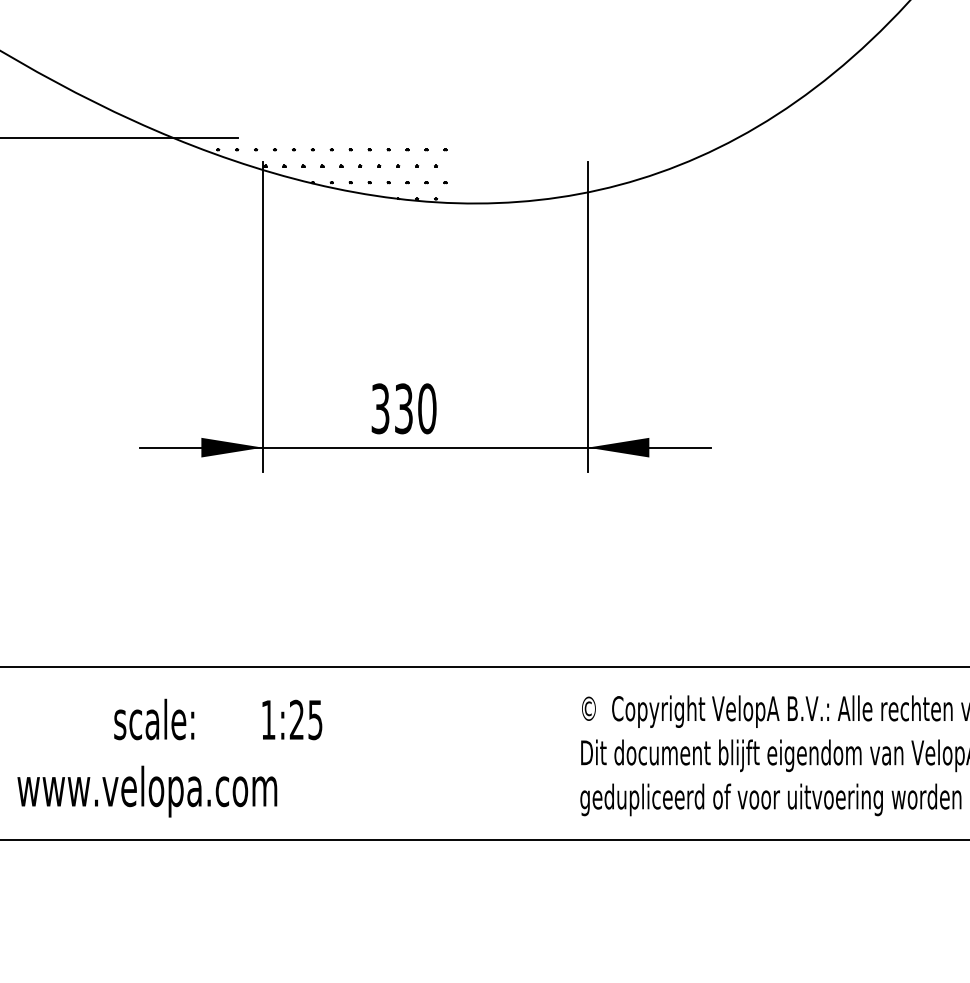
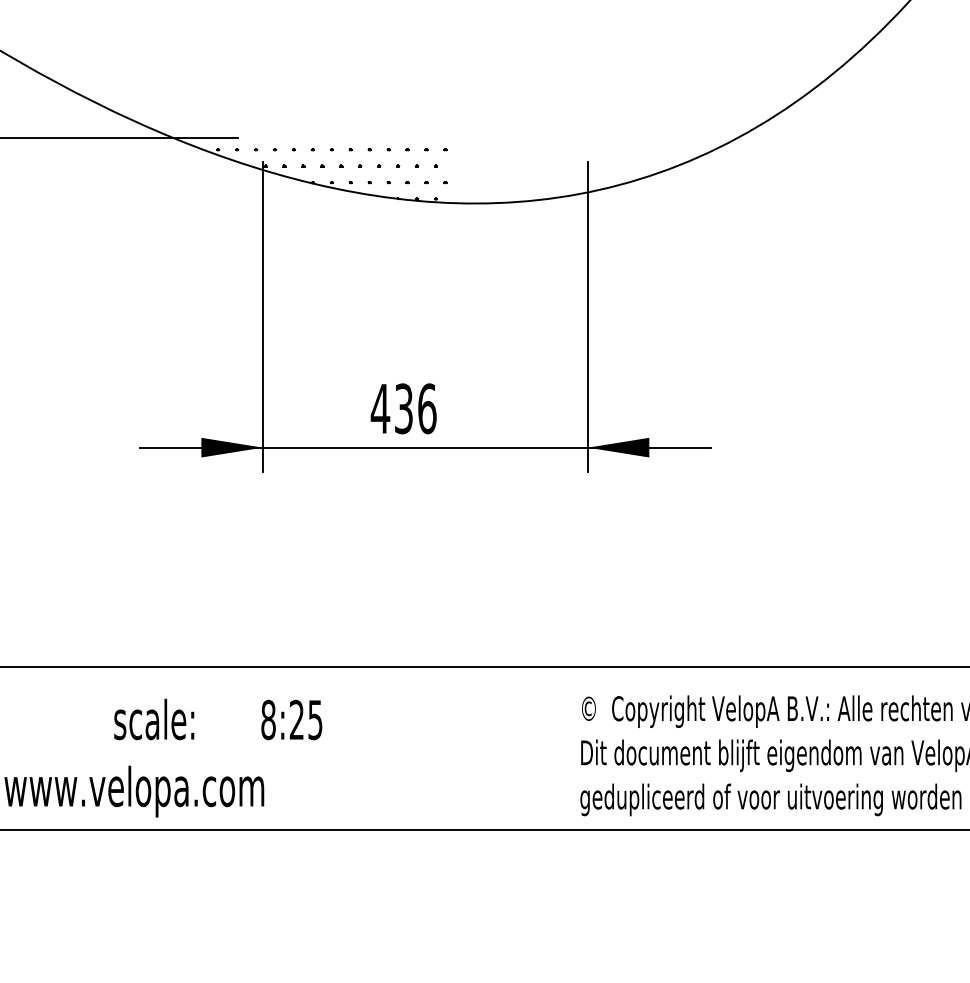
text at (403, 408): 330 -> 436
text at (268, 719): 1:25 -> 8:25
text at (147, 791) position: (147, 791) -> (134, 791)
line at (484, 839) position: (484, 839) -> (484, 829)
